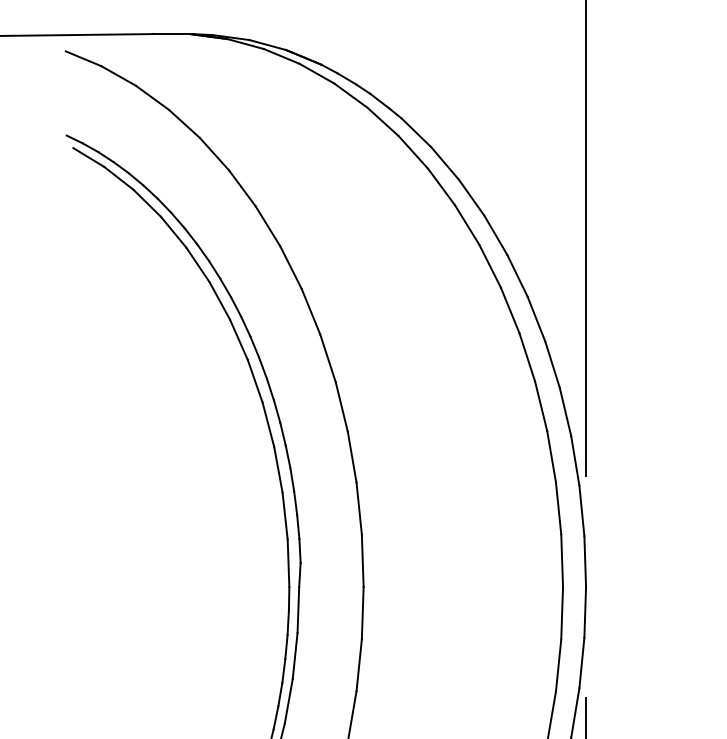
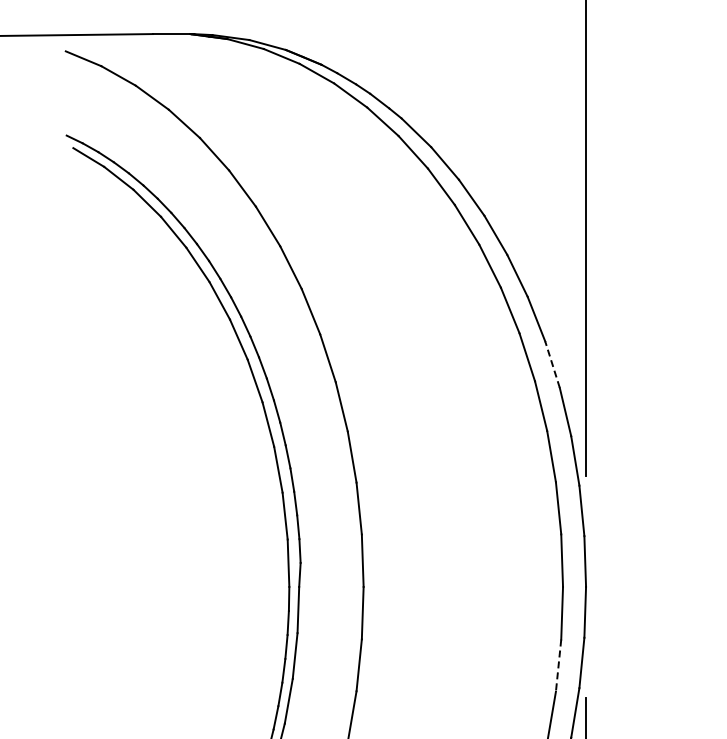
line at (552, 364): solid -> dashed
line at (558, 666): solid -> dashed
